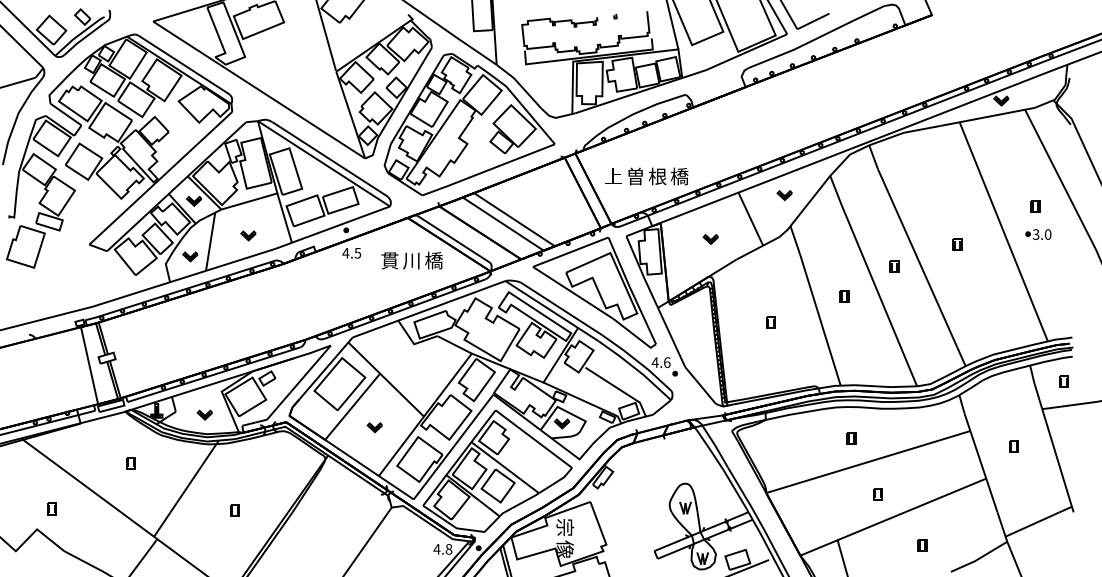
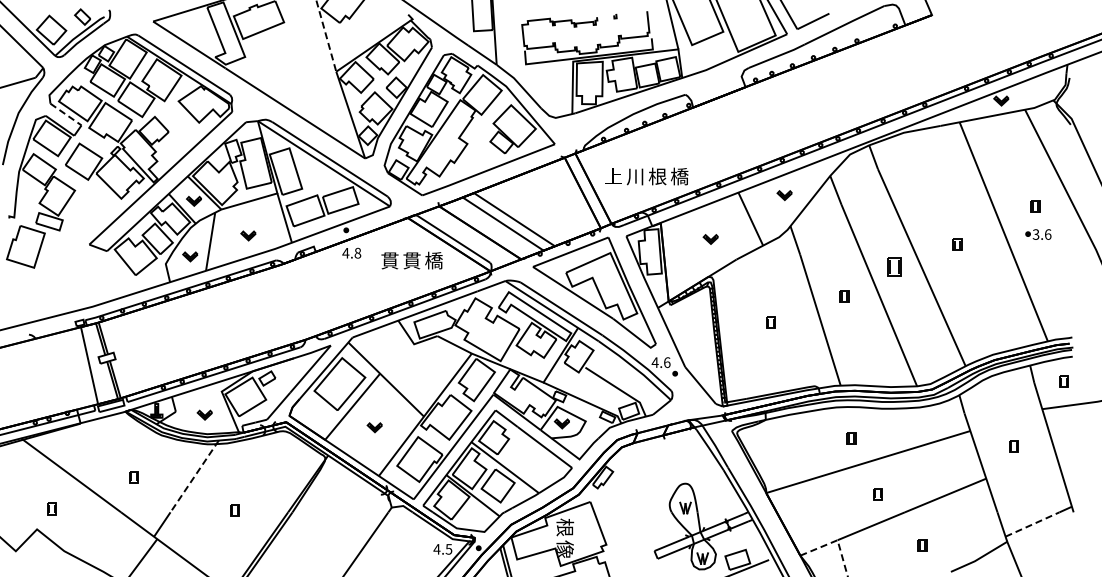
line at (326, 35): solid -> dashed
line at (66, 114): solid -> dashed
text at (634, 176): 曽 -> 川
text at (1048, 234): 3.0 -> 3.6
text at (357, 252): 4.5 -> 4.8
text at (411, 260): 川 -> 貫
part at (894, 266) size: 11x13 px -> 15x20 px
part at (130, 463) position: (130, 463) -> (133, 477)
line at (194, 476): solid -> dashed
line at (1032, 524): solid -> dashed
text at (565, 527): 宗 -> 根
line at (836, 540): solid -> dashed
text at (448, 549): 4.8 -> 4.5
